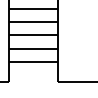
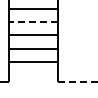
line at (32, 21): solid -> dashed
line at (77, 81): solid -> dashed
